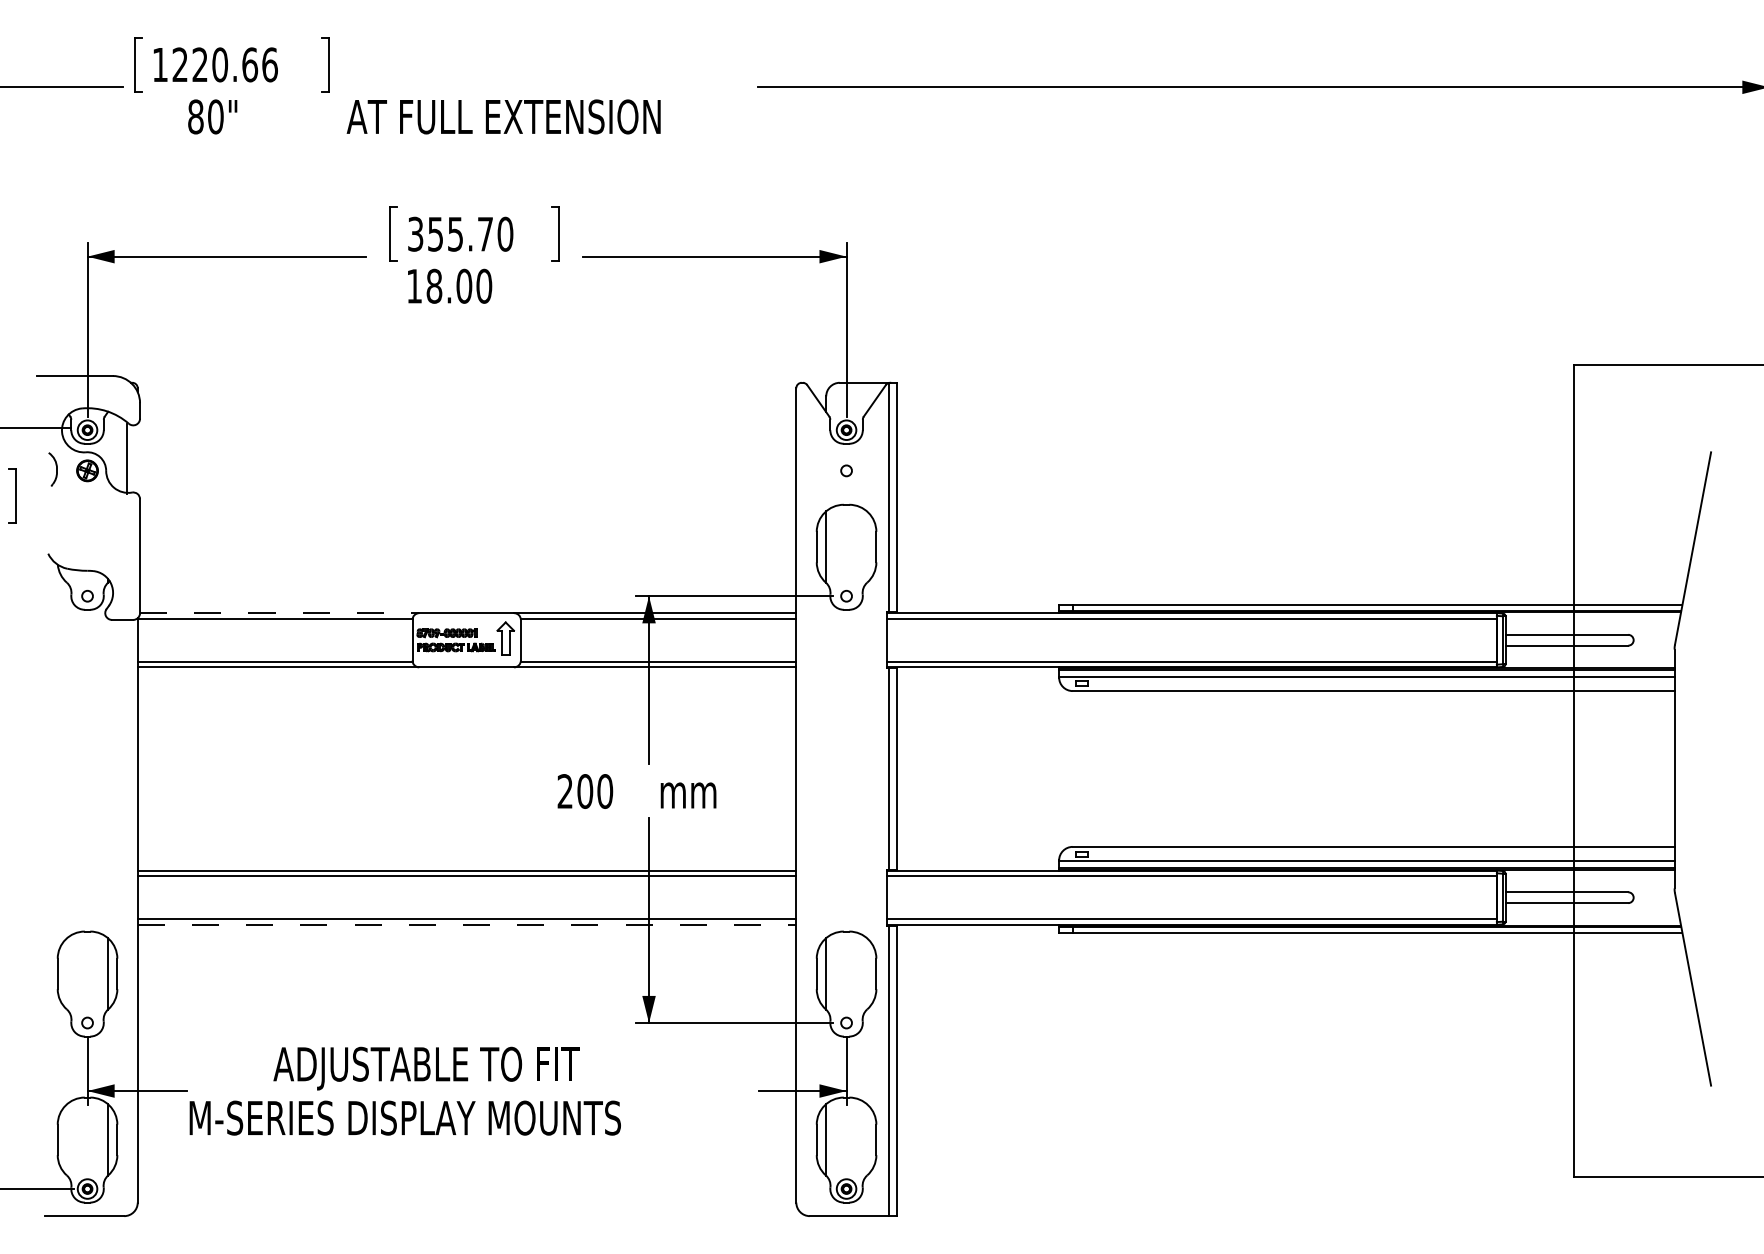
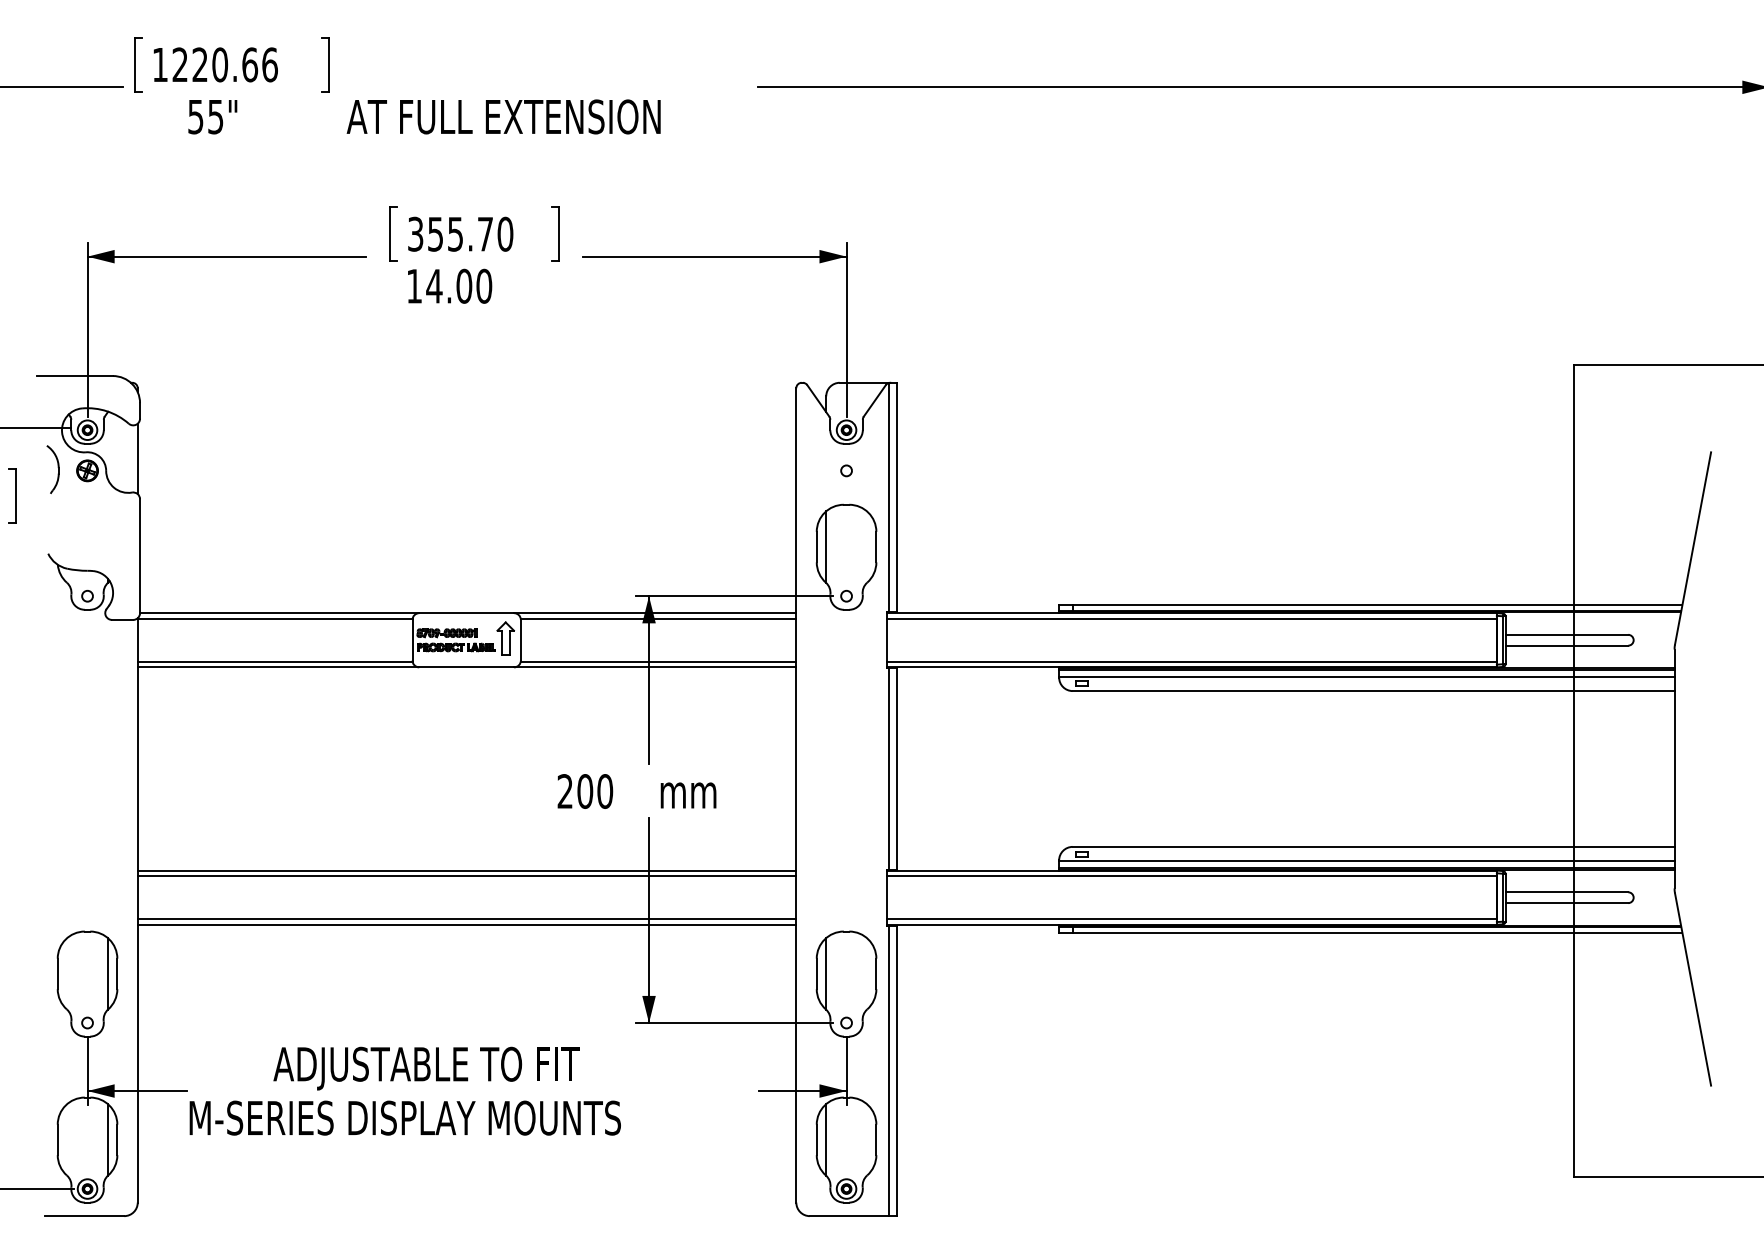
text at (205, 116): 80" -> 55"
text at (434, 285): 18.00 -> 14.00
line at (126, 458) position: (126, 458) -> (137, 458)
part at (52, 469) size: 10x35 px -> 14x49 px
line at (279, 613): dashed -> solid
line at (467, 924): dashed -> solid
